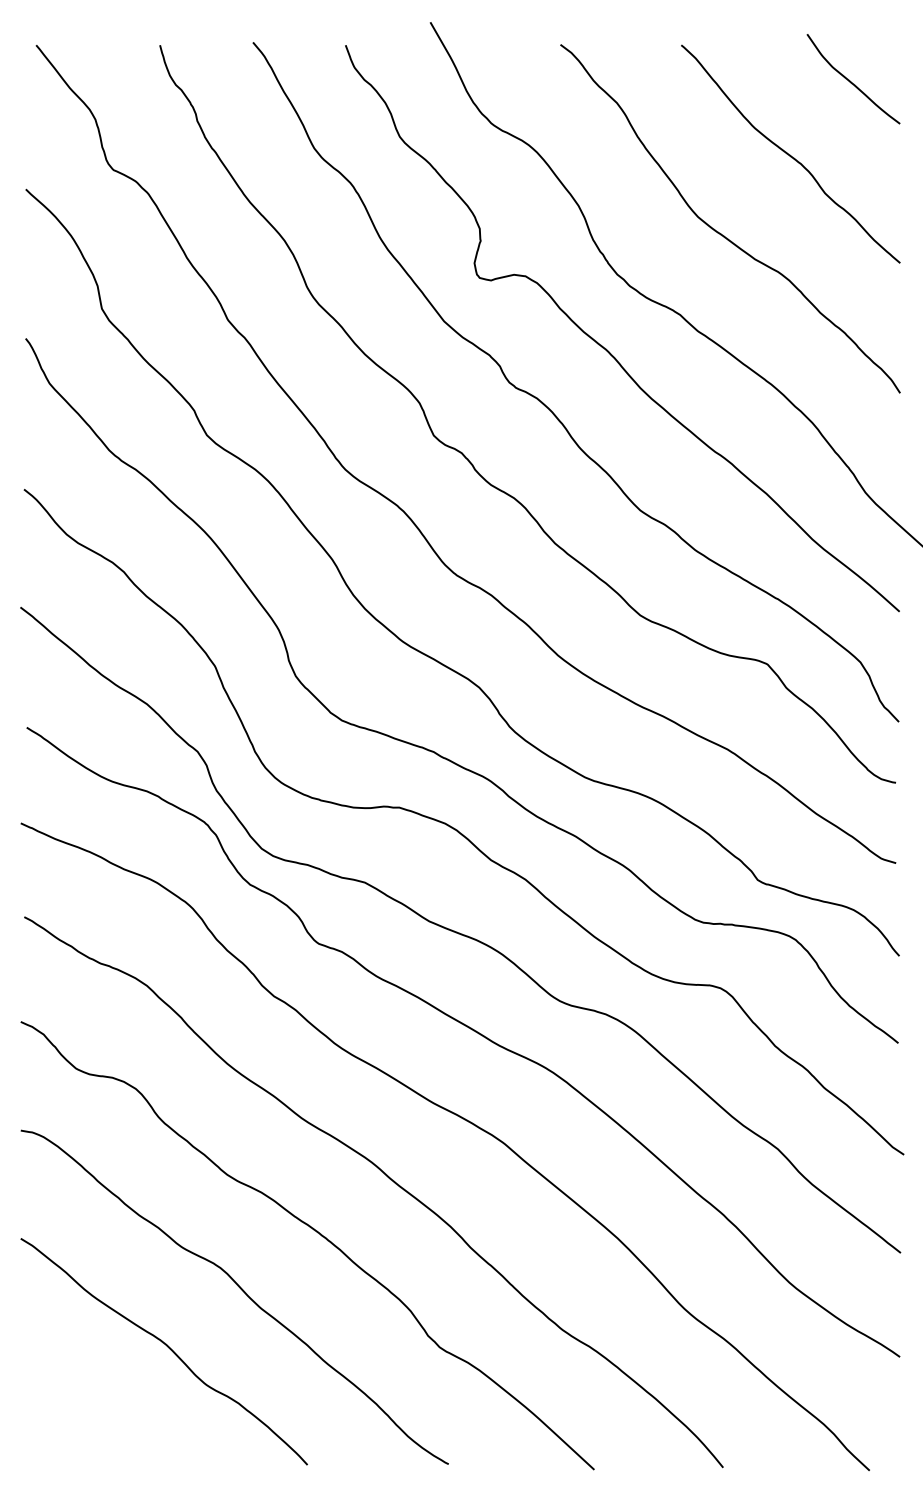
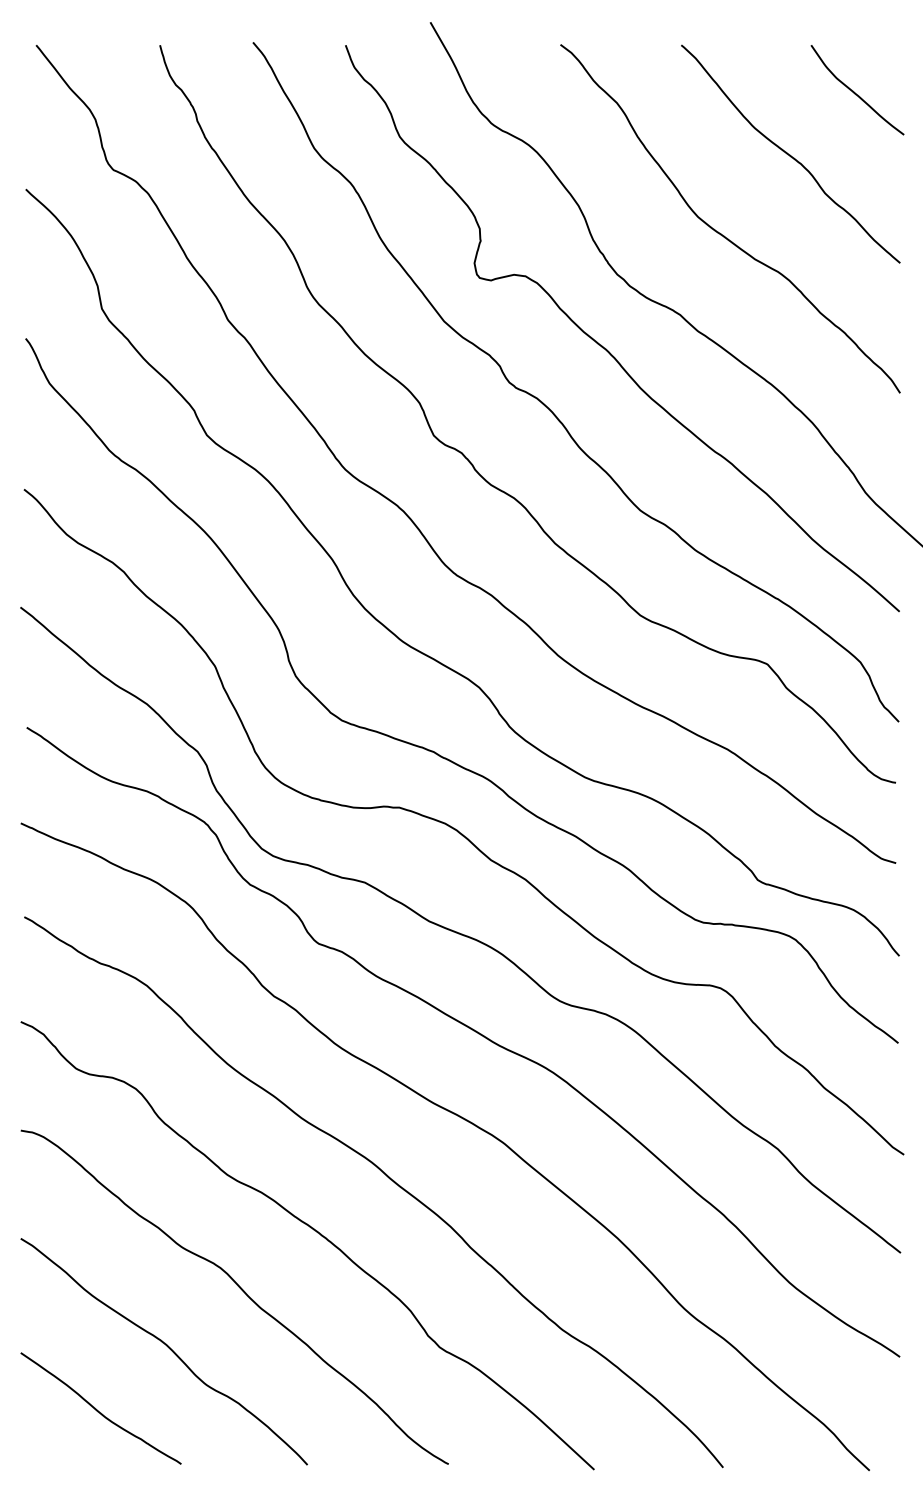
curve at (851, 81) position: (851, 81) -> (855, 92)
curve at (98, 1410): none -> present
